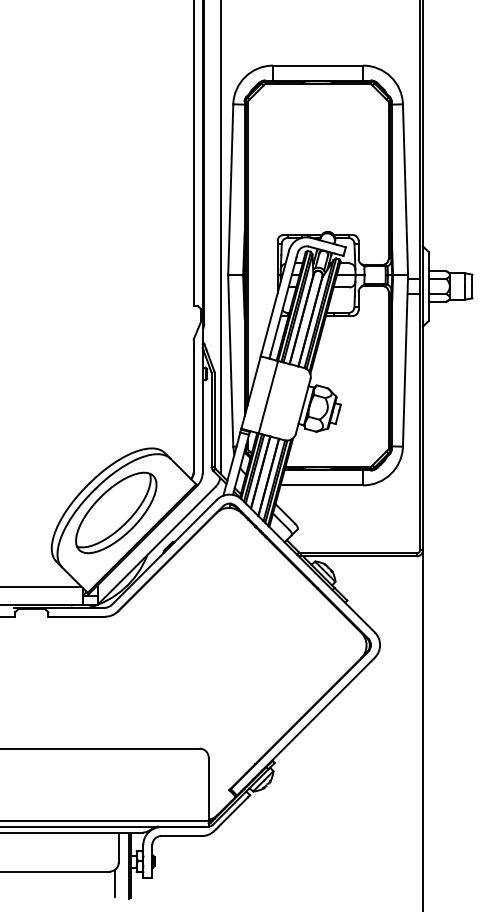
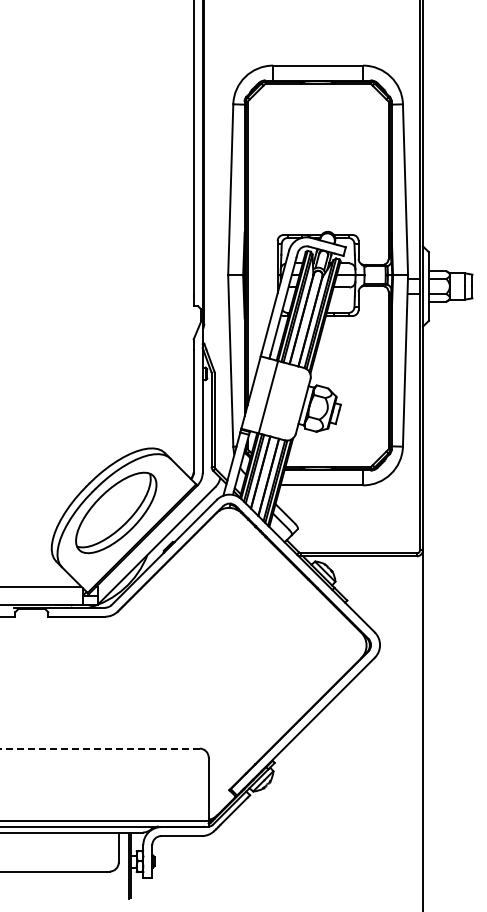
line at (220, 238): present -> none
line at (99, 748): solid -> dashed
line at (114, 883): present -> none
